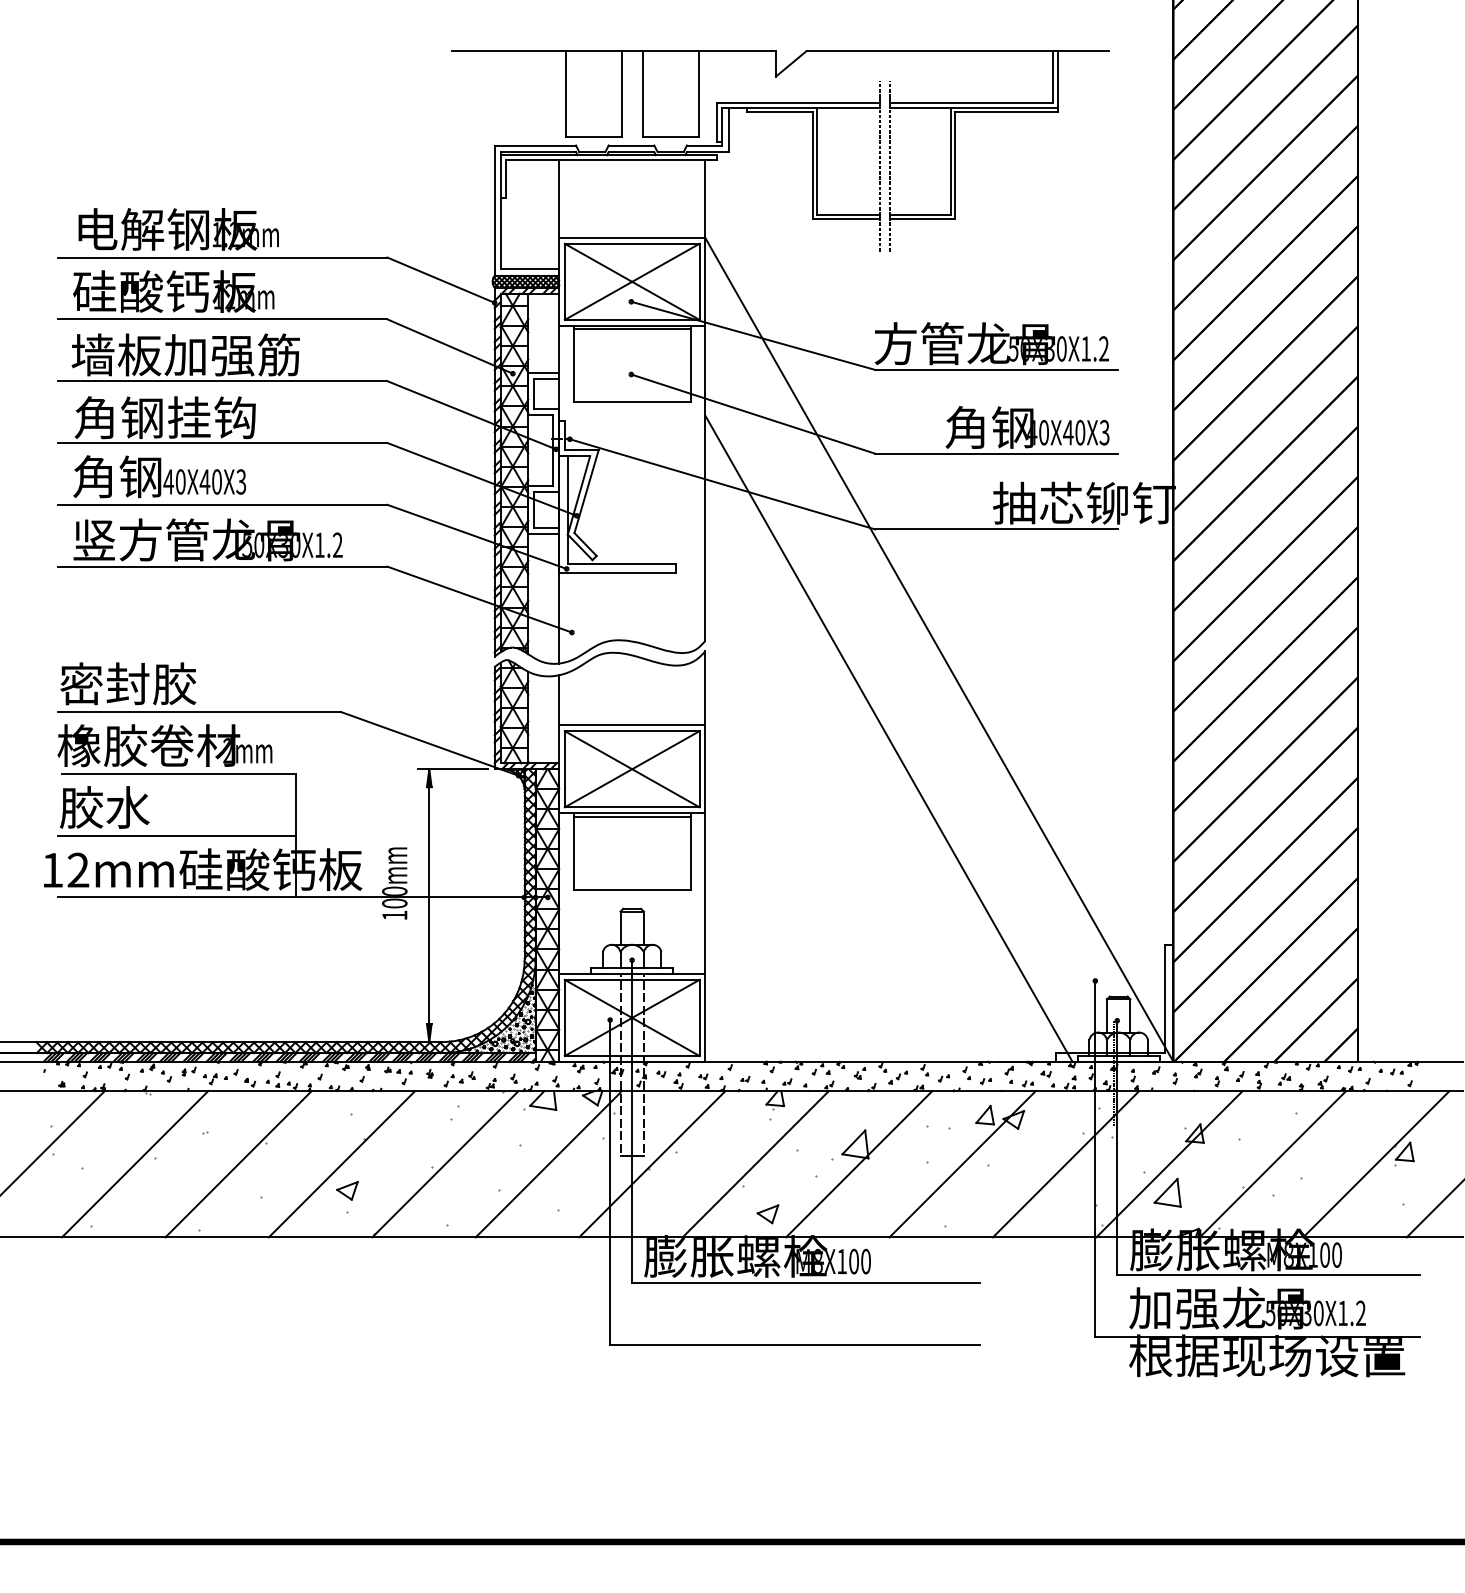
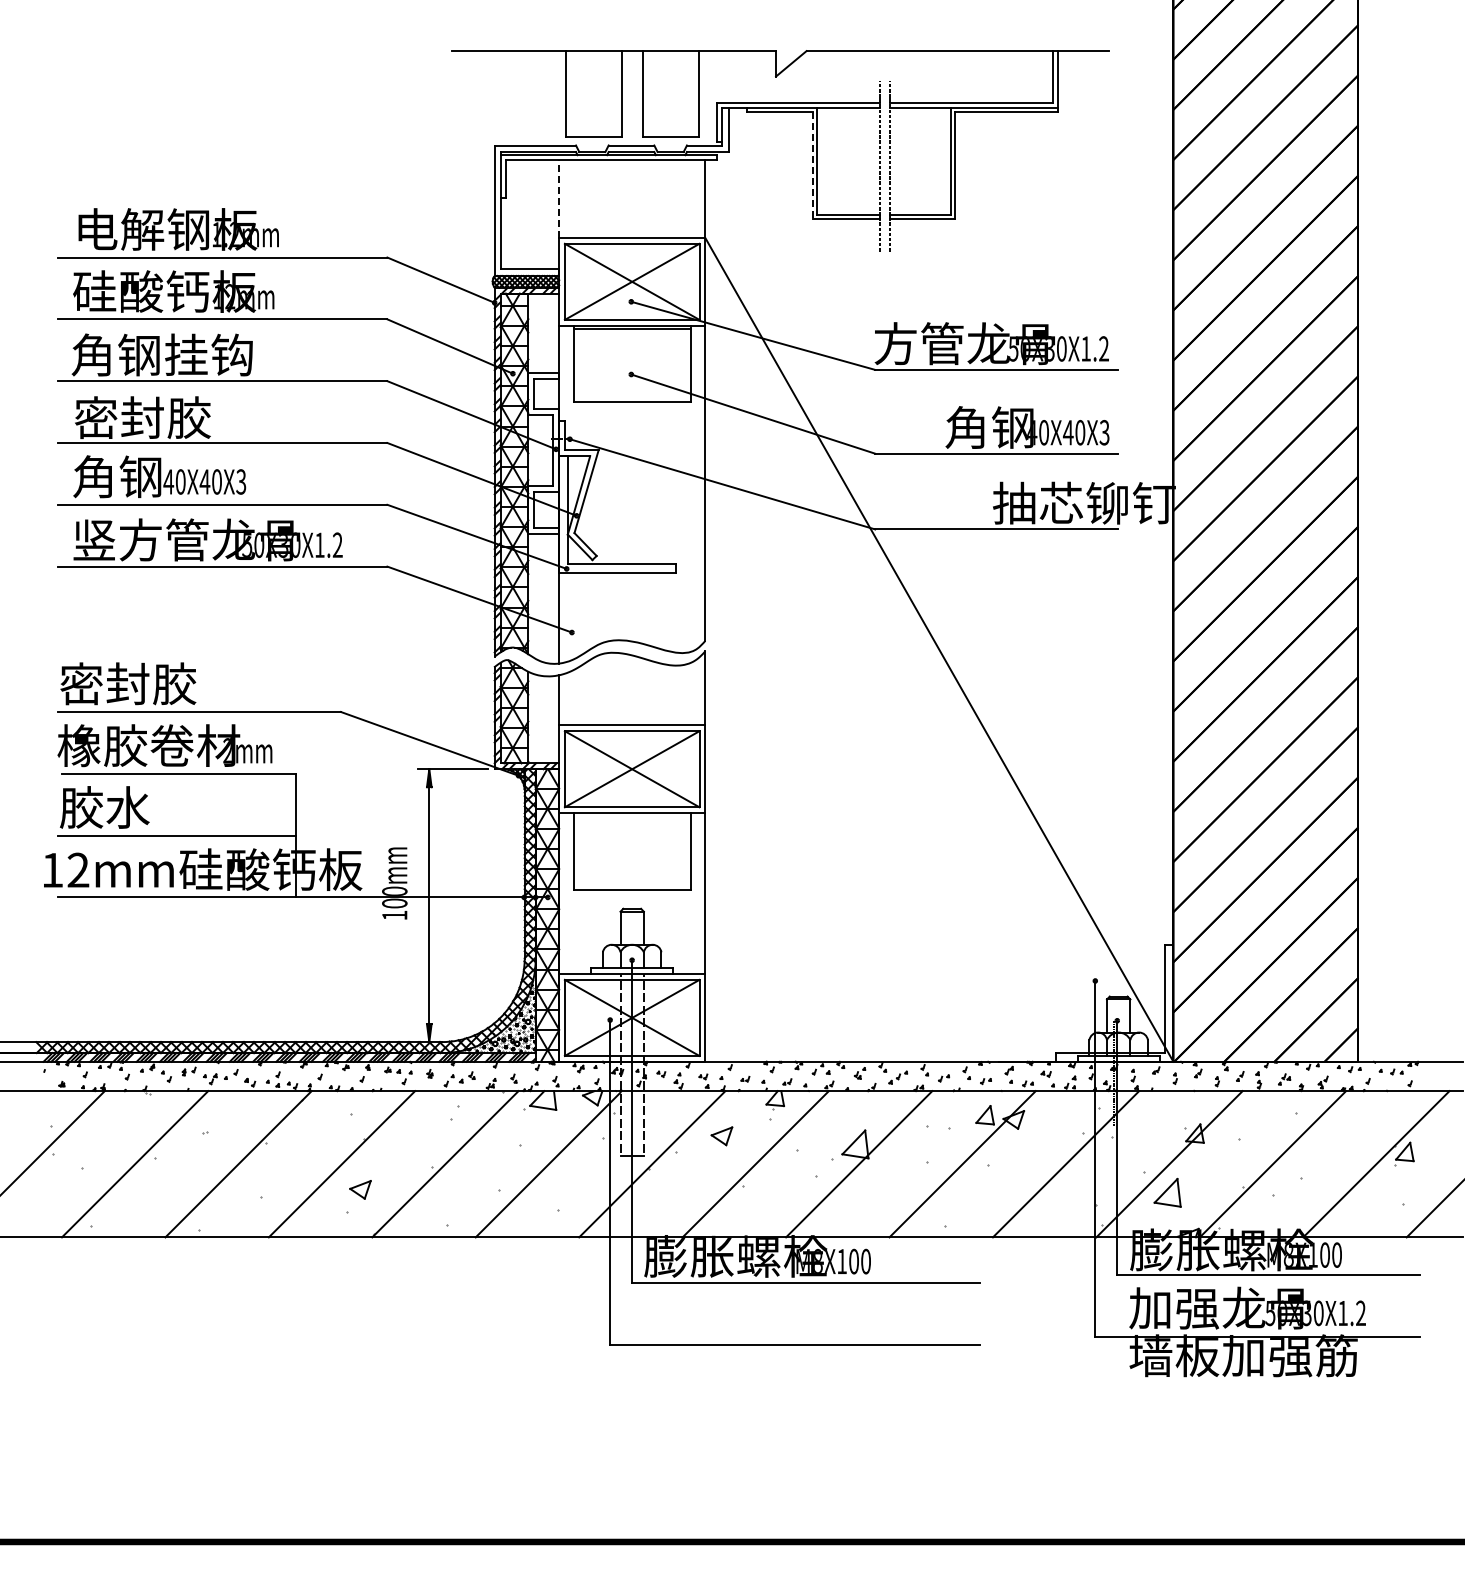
line at (812, 165): solid -> dashed
line at (559, 199): solid -> dashed
text at (185, 354): 墙板加强筋 -> 角钢挂钩
text at (164, 417): 角钢挂钩 -> 密封胶
line at (888, 738): present -> none
line at (631, 816): present -> none
part at (347, 1190) position: (347, 1190) -> (360, 1189)
part at (767, 1214) position: (767, 1214) -> (721, 1136)
text at (1267, 1355): 根据现场设置 -> 墙板加强筋
